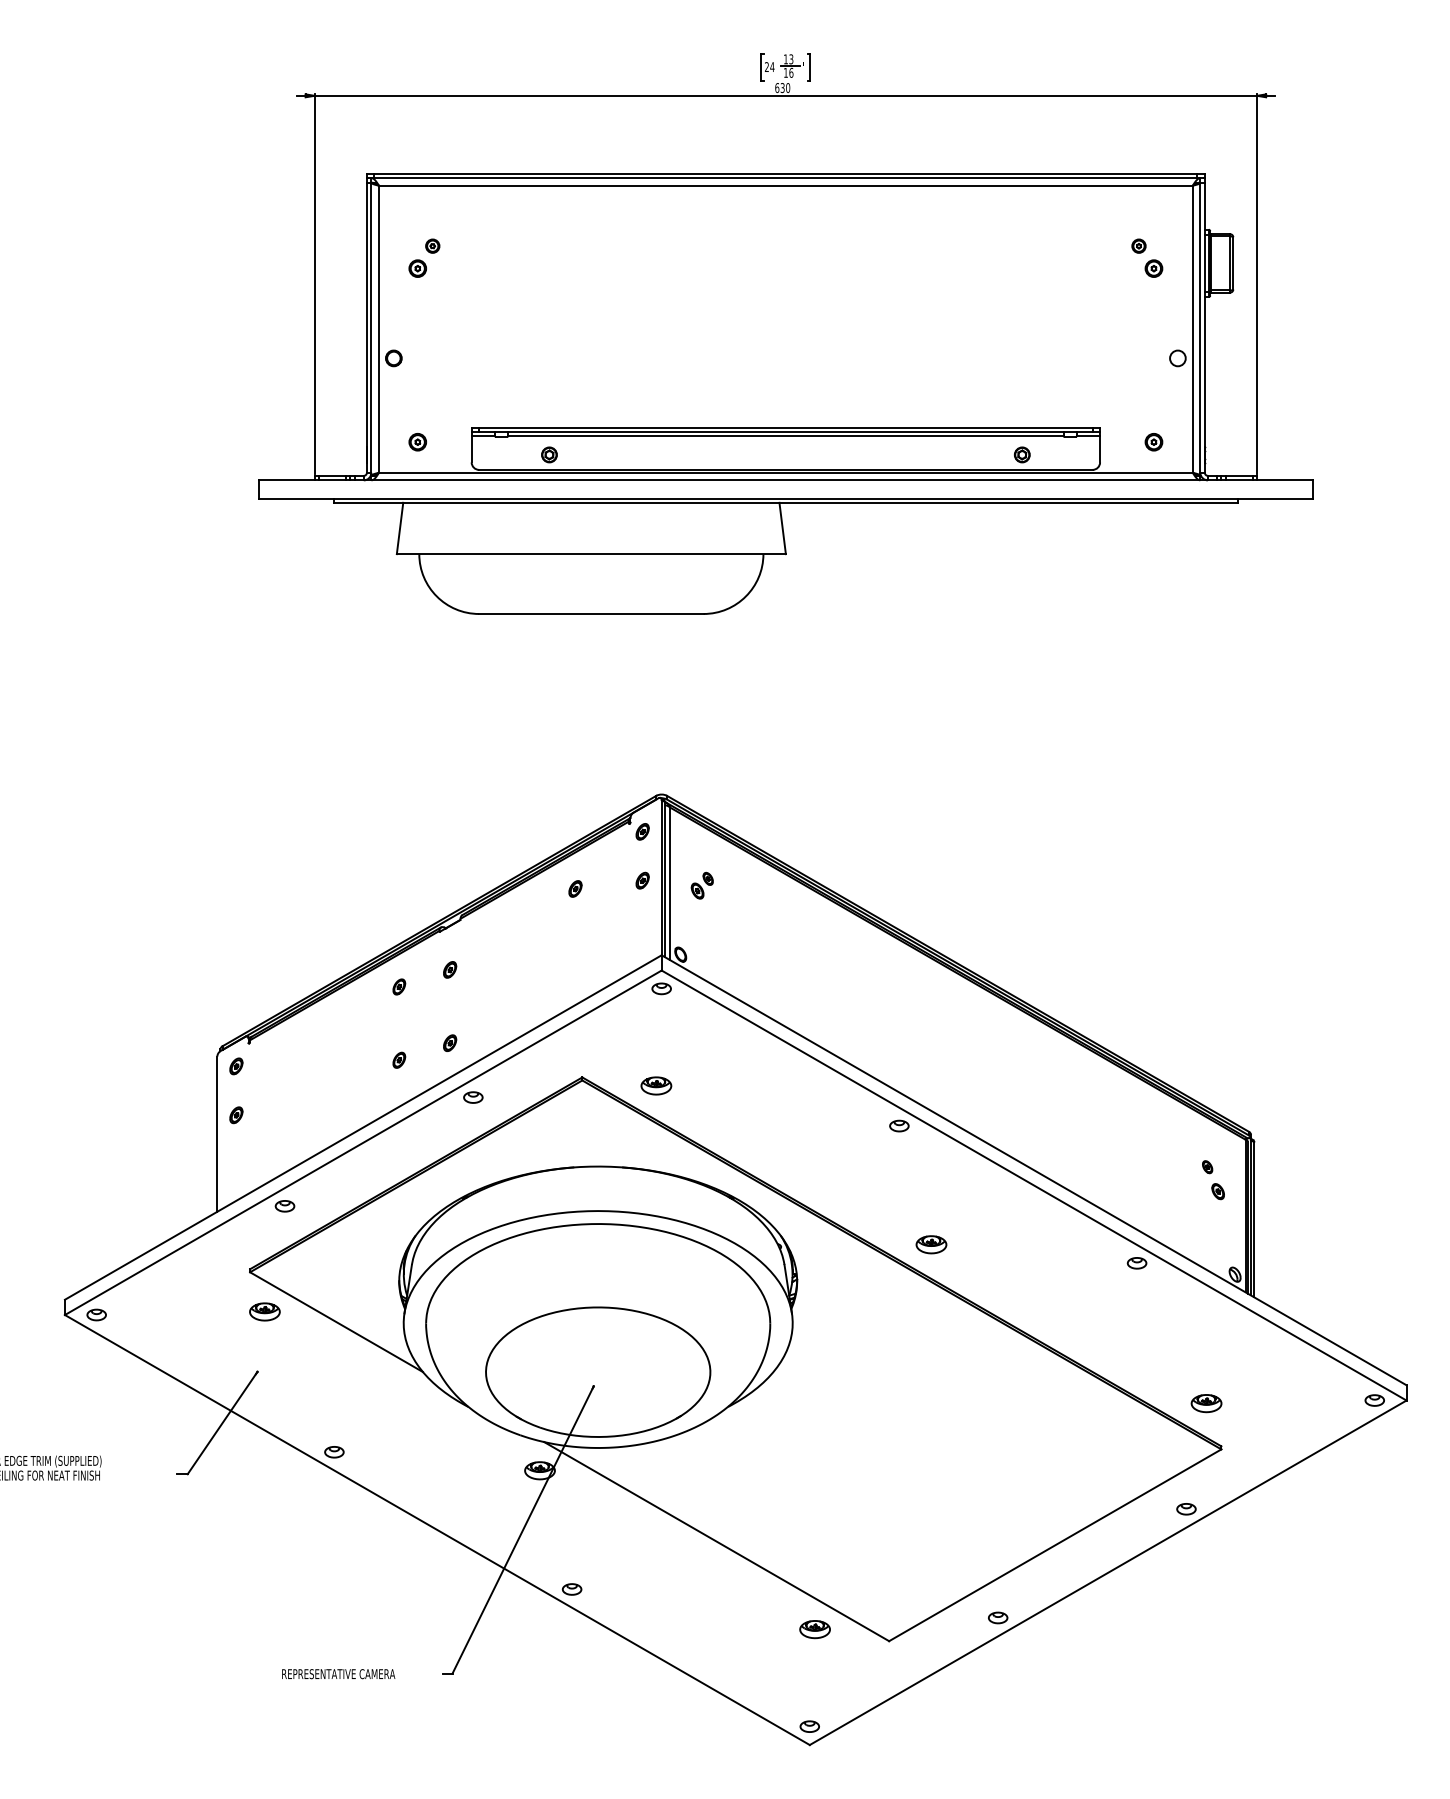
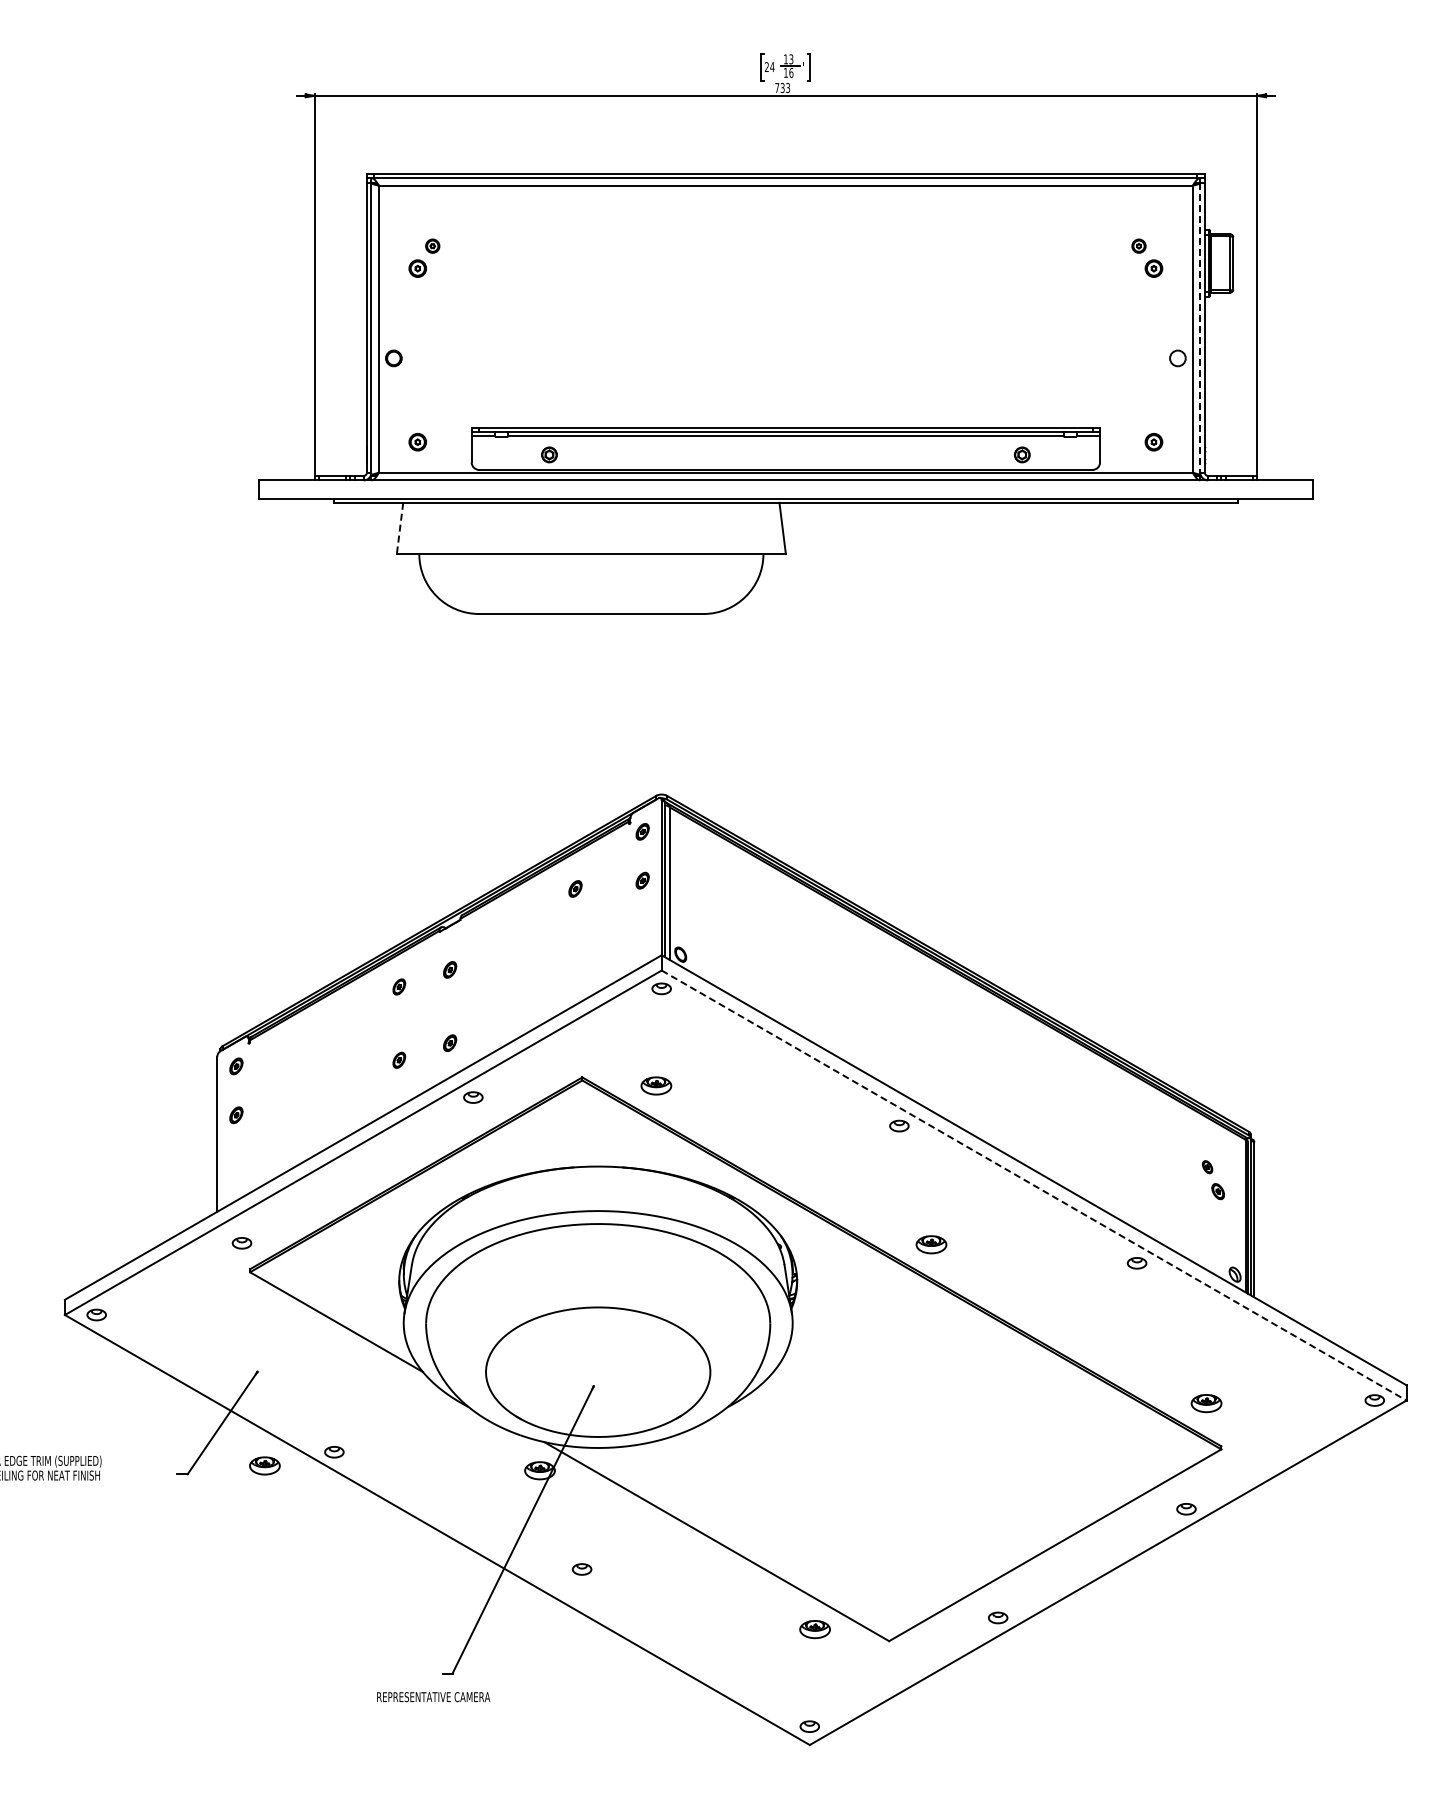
text at (782, 88): 630 -> 733
line at (1200, 328): solid -> dashed
line at (400, 528): solid -> dashed
part at (701, 885): present -> none
line at (1034, 1185): solid -> dashed
part at (284, 1206) position: (284, 1206) -> (241, 1243)
part at (264, 1311) position: (264, 1311) -> (264, 1465)
part at (571, 1589) position: (571, 1589) -> (581, 1569)
text at (338, 1674) position: (338, 1674) -> (433, 1697)
